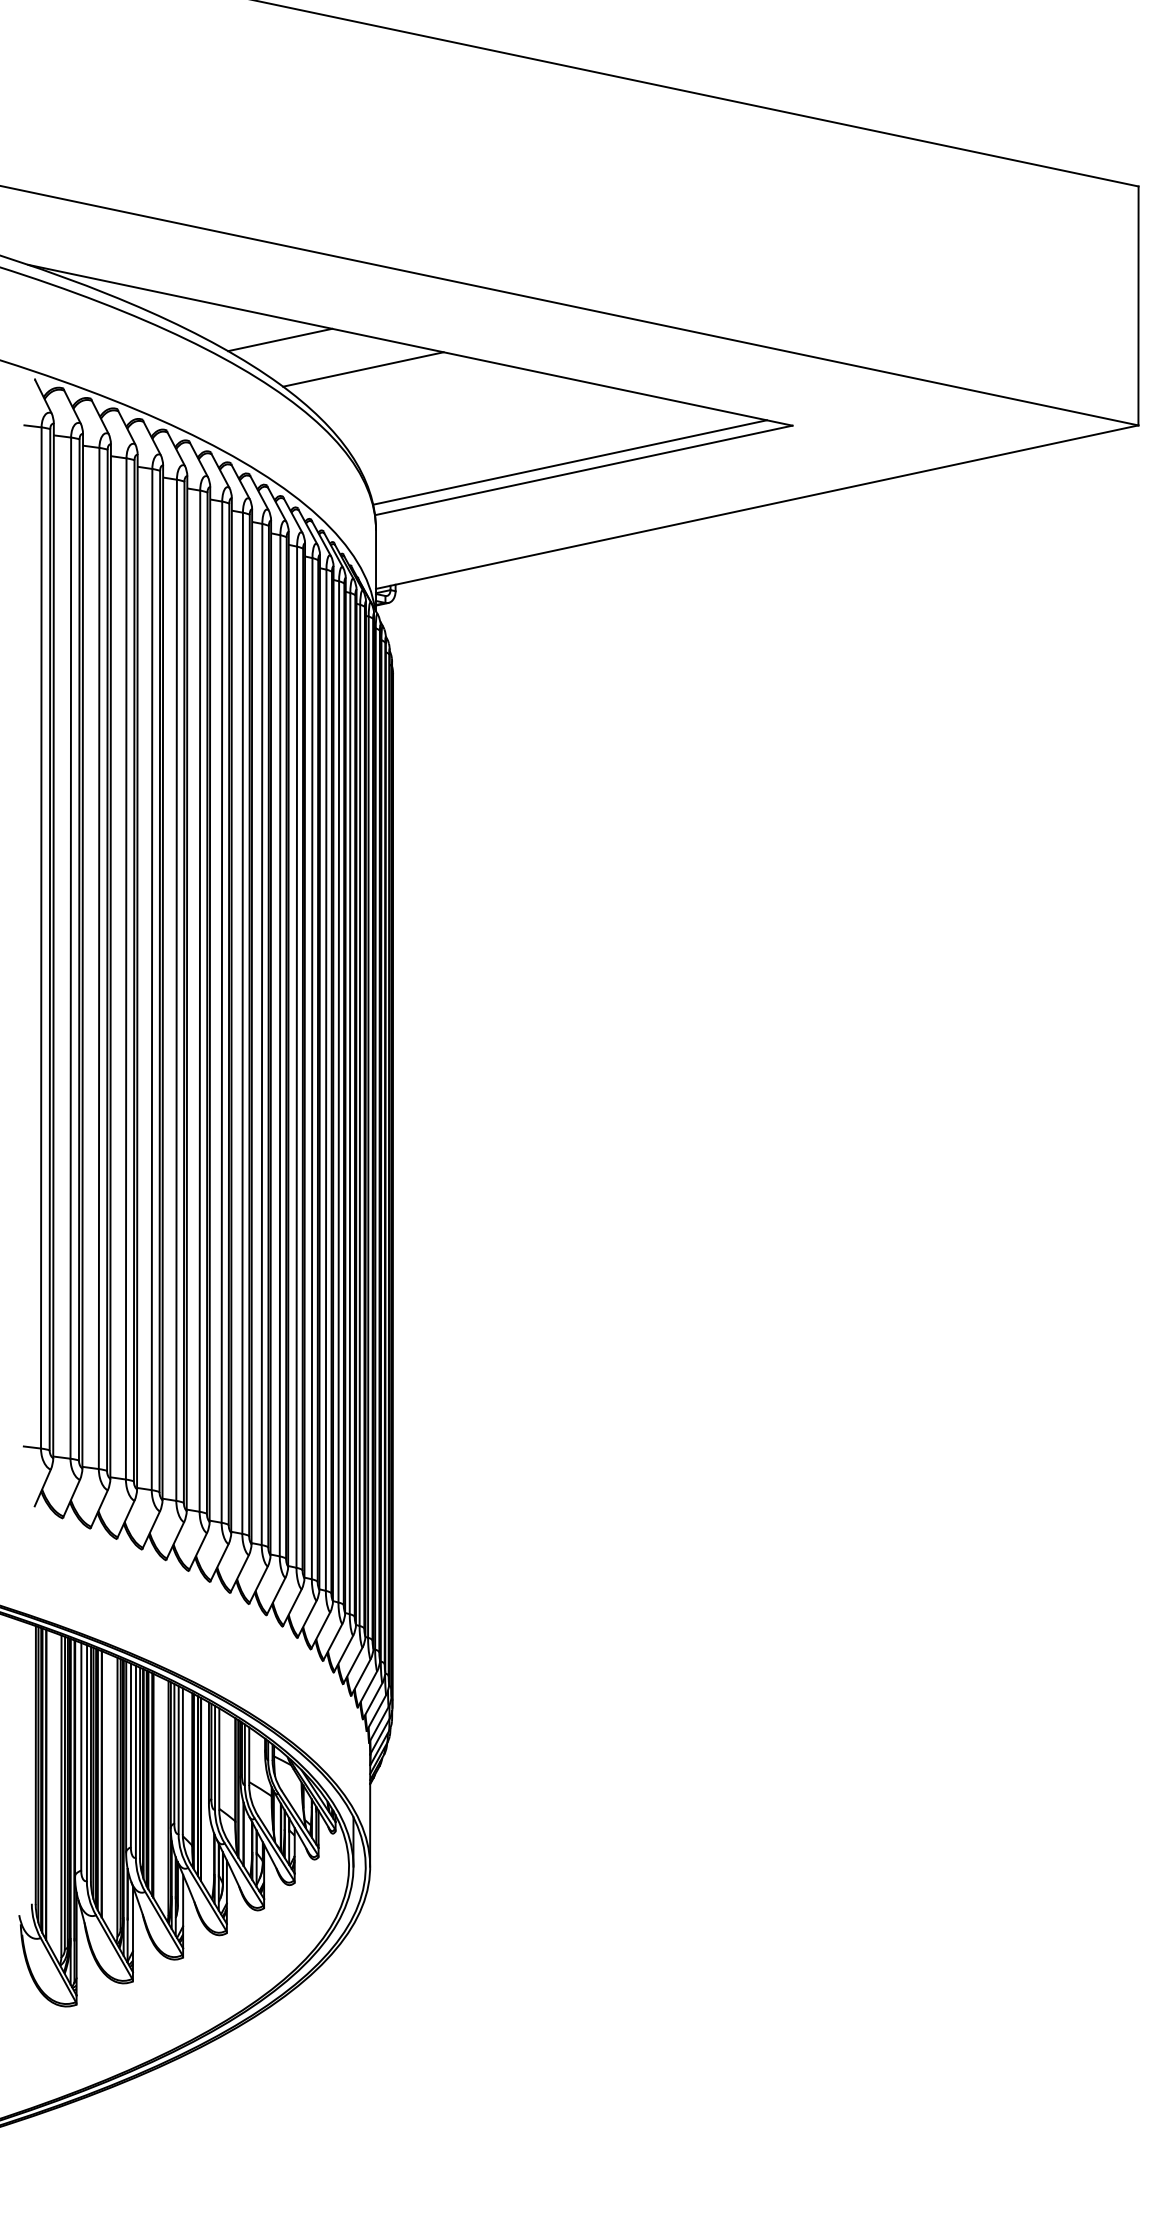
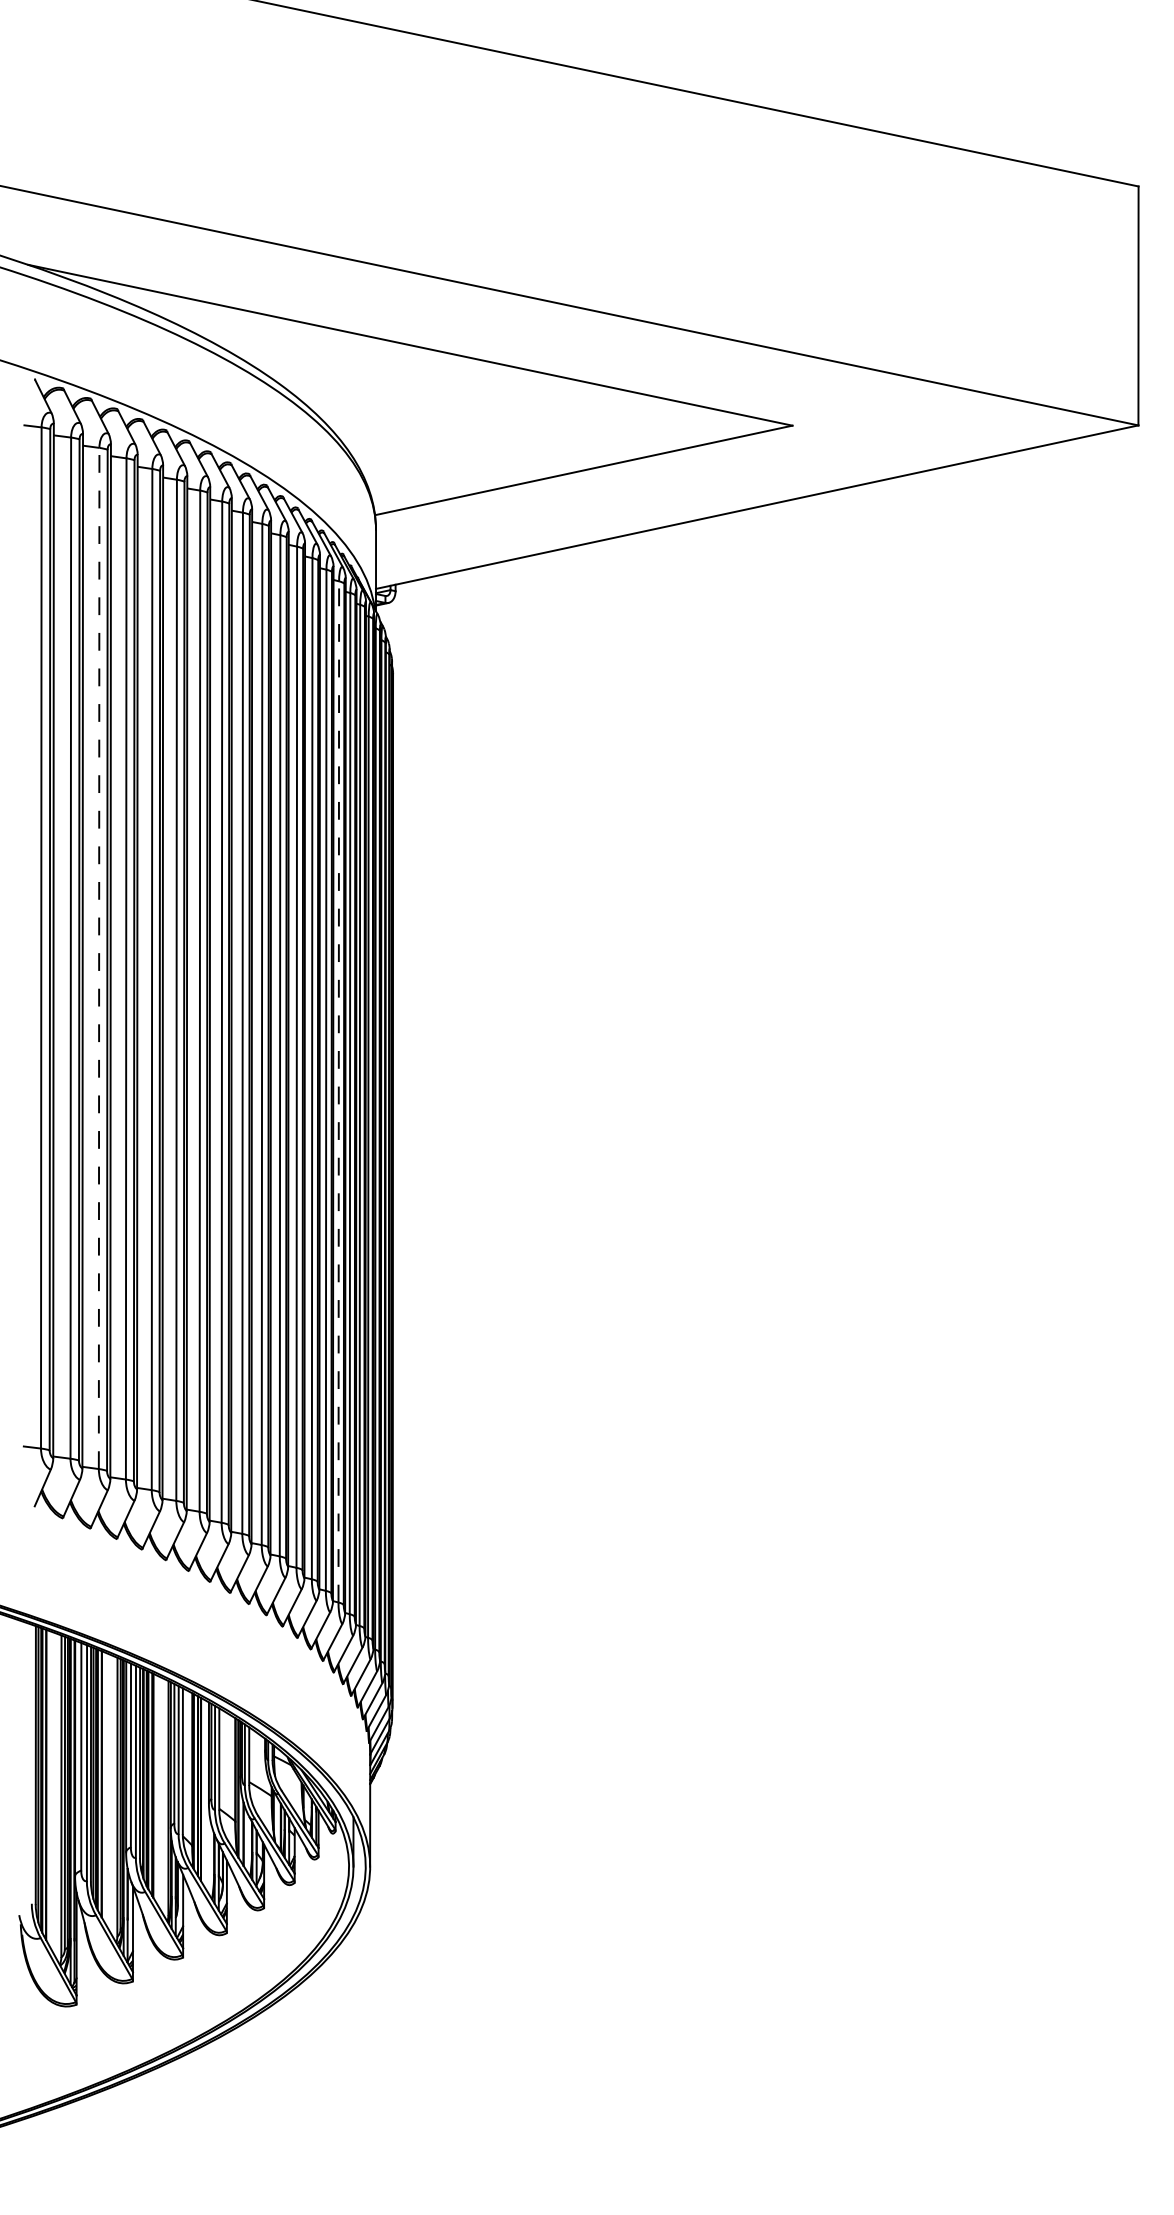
line at (280, 339): present -> none
line at (363, 369): present -> none
line at (569, 462): present -> none
line at (99, 958): solid -> dashed
line at (338, 1091): solid -> dashed
